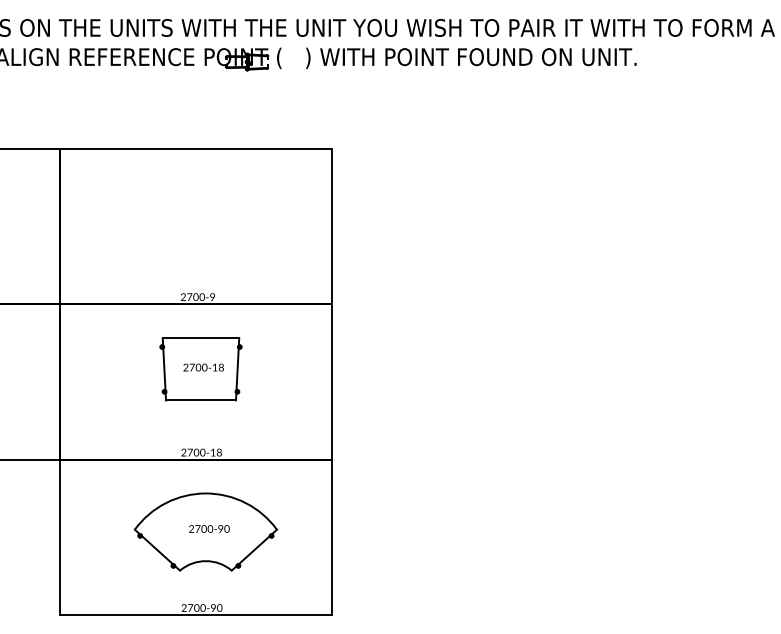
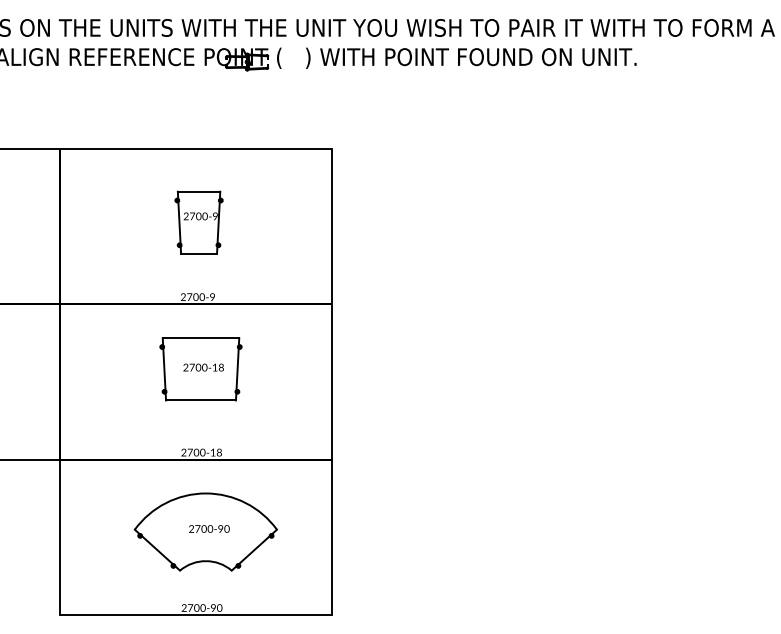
part at (198, 222): none -> present
